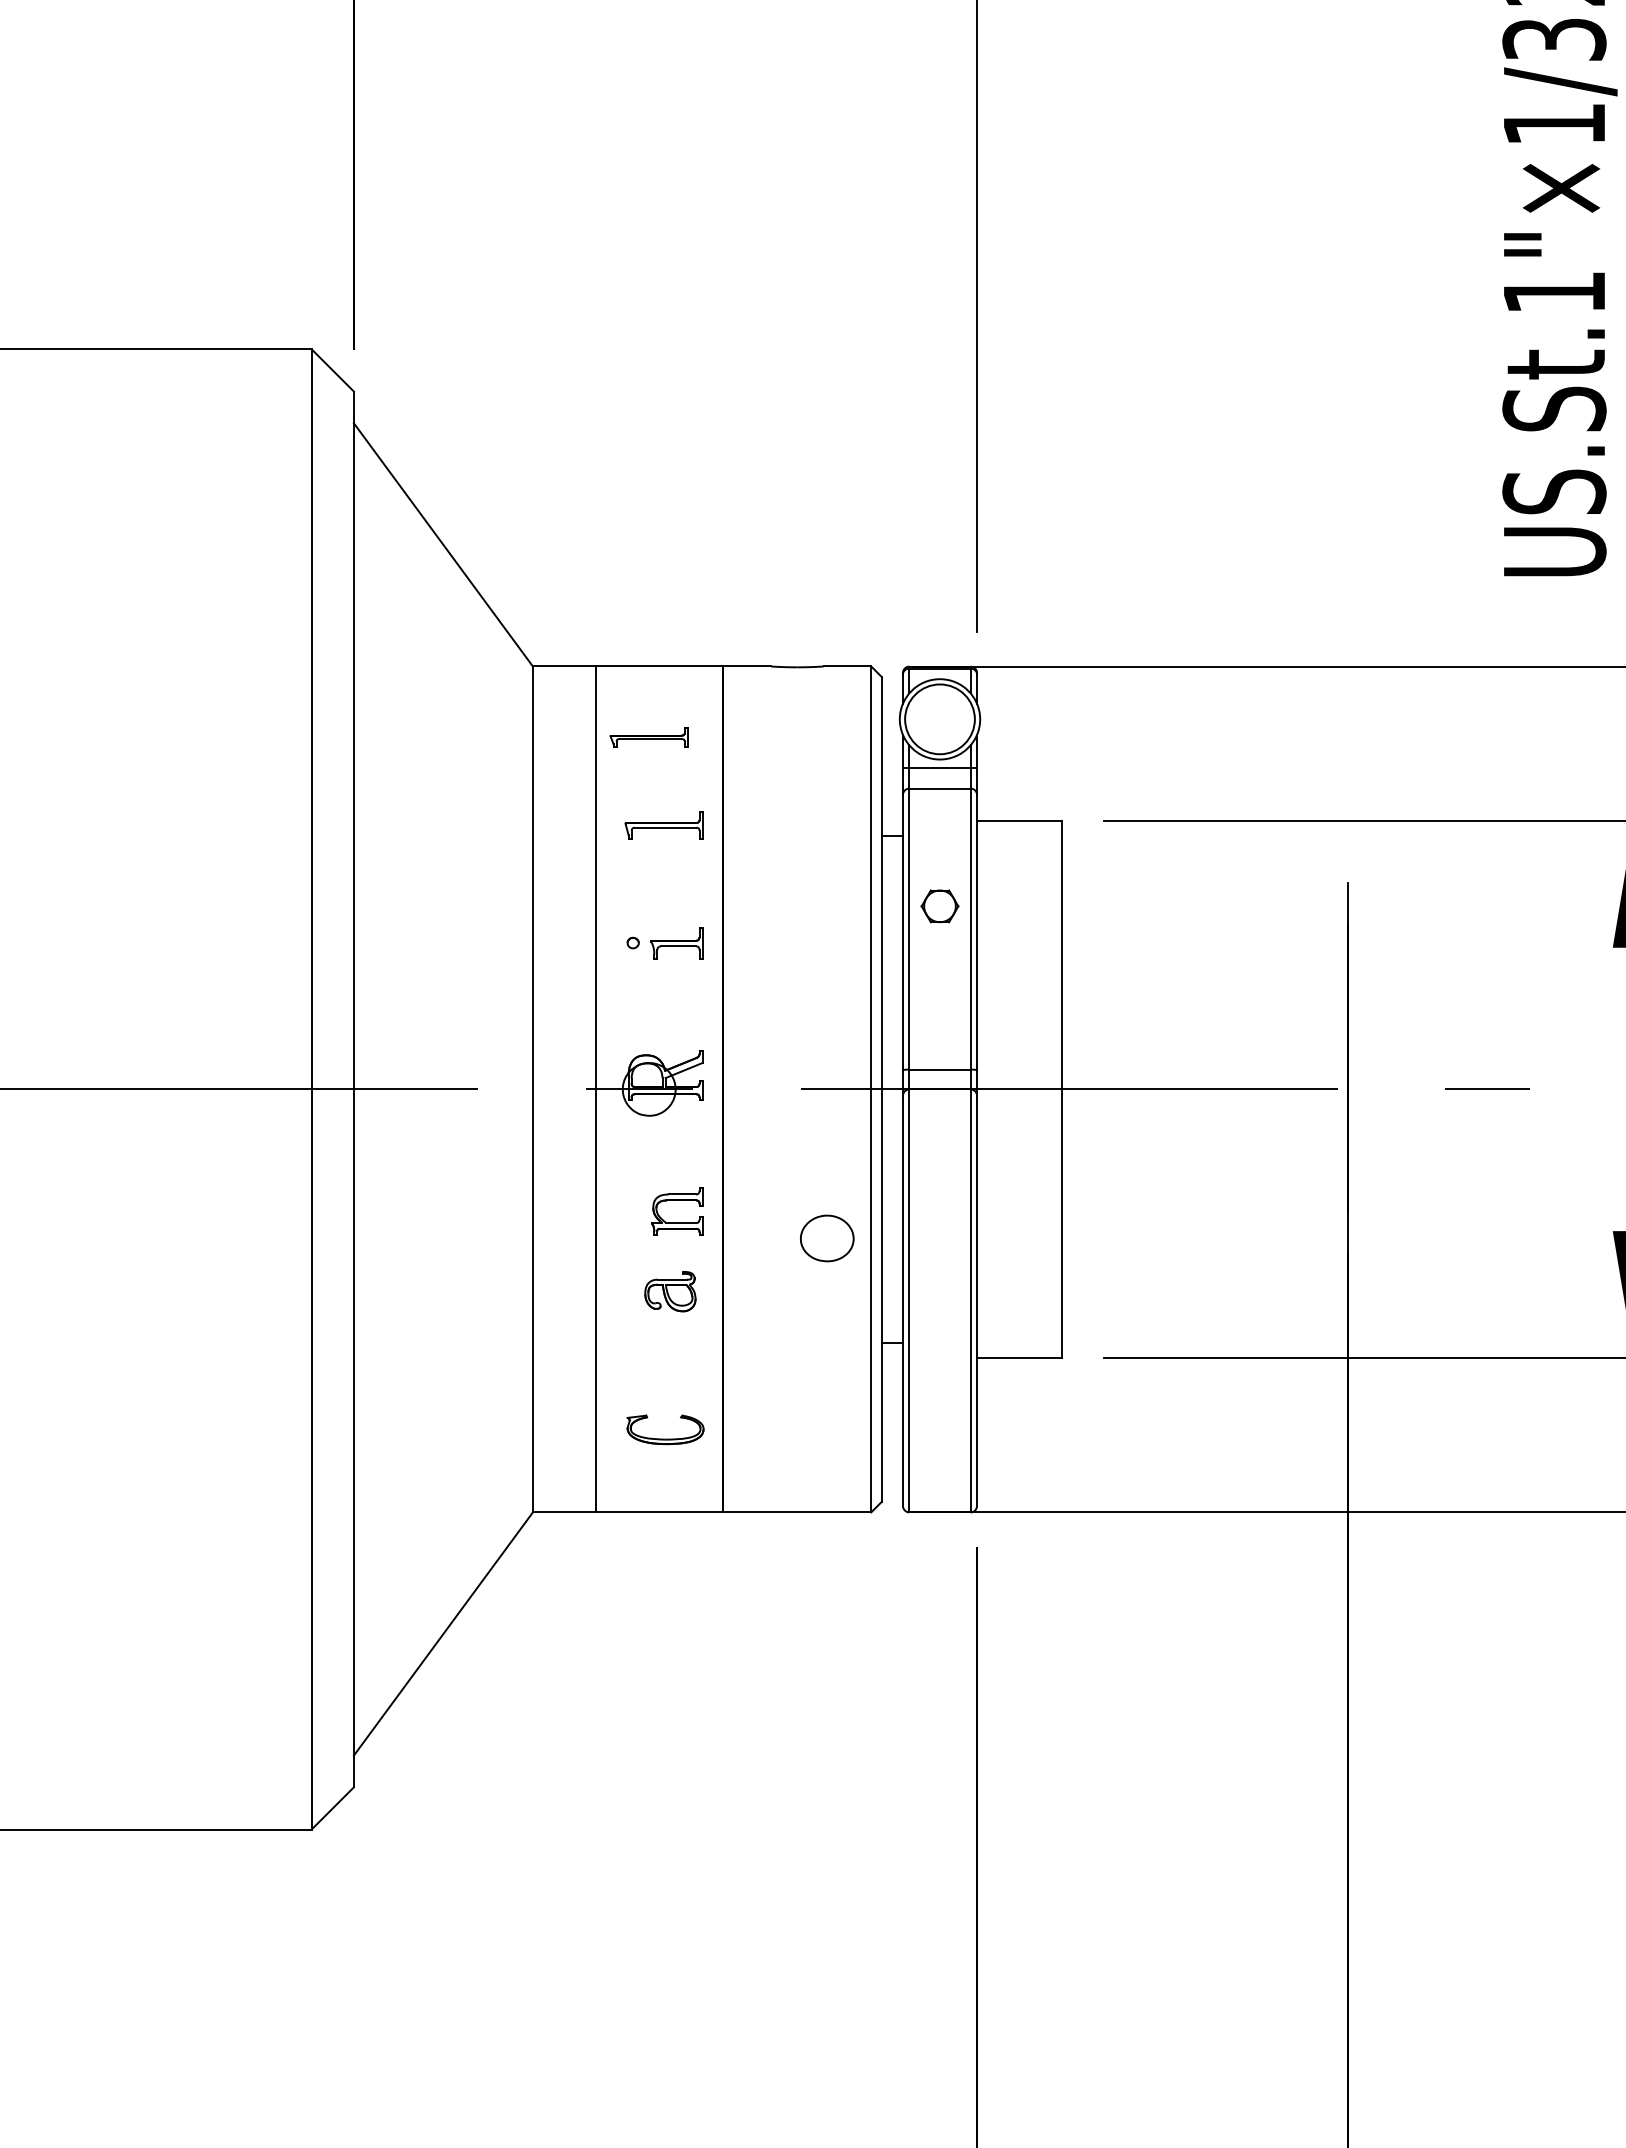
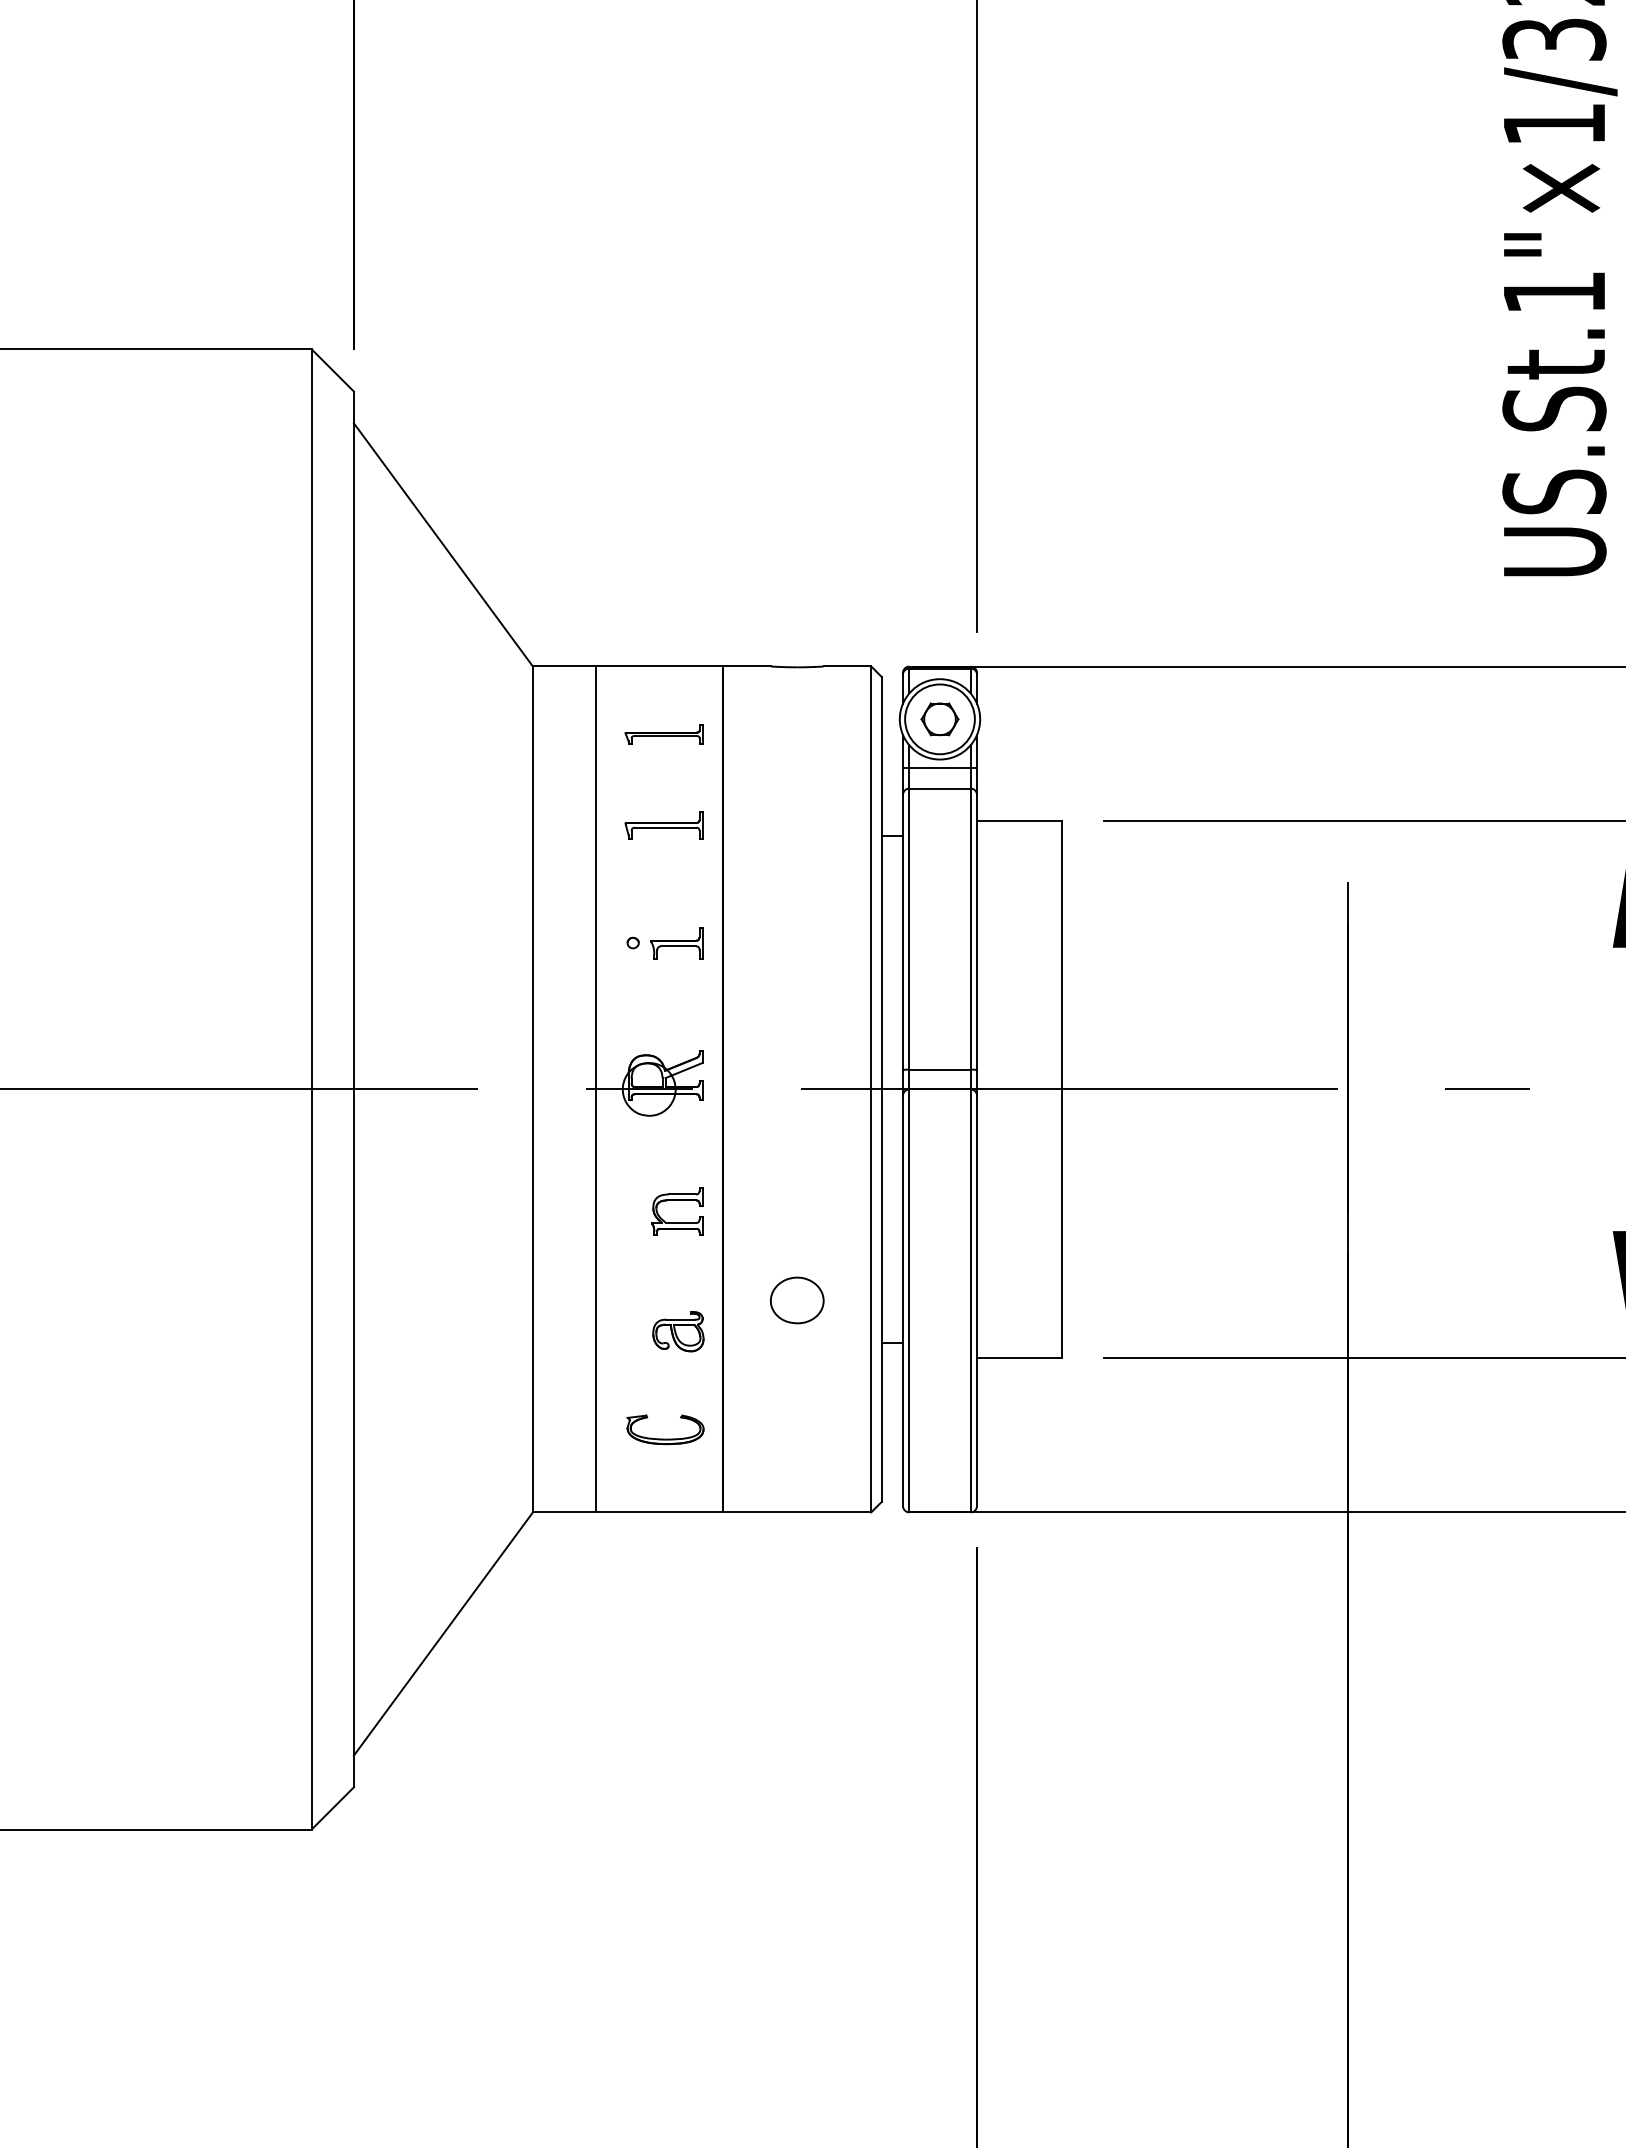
part at (648, 737) position: (648, 737) -> (663, 734)
part at (939, 906) position: (939, 906) -> (939, 719)
part at (826, 1238) position: (826, 1238) -> (796, 1300)
part at (670, 1291) position: (670, 1291) -> (678, 1331)
